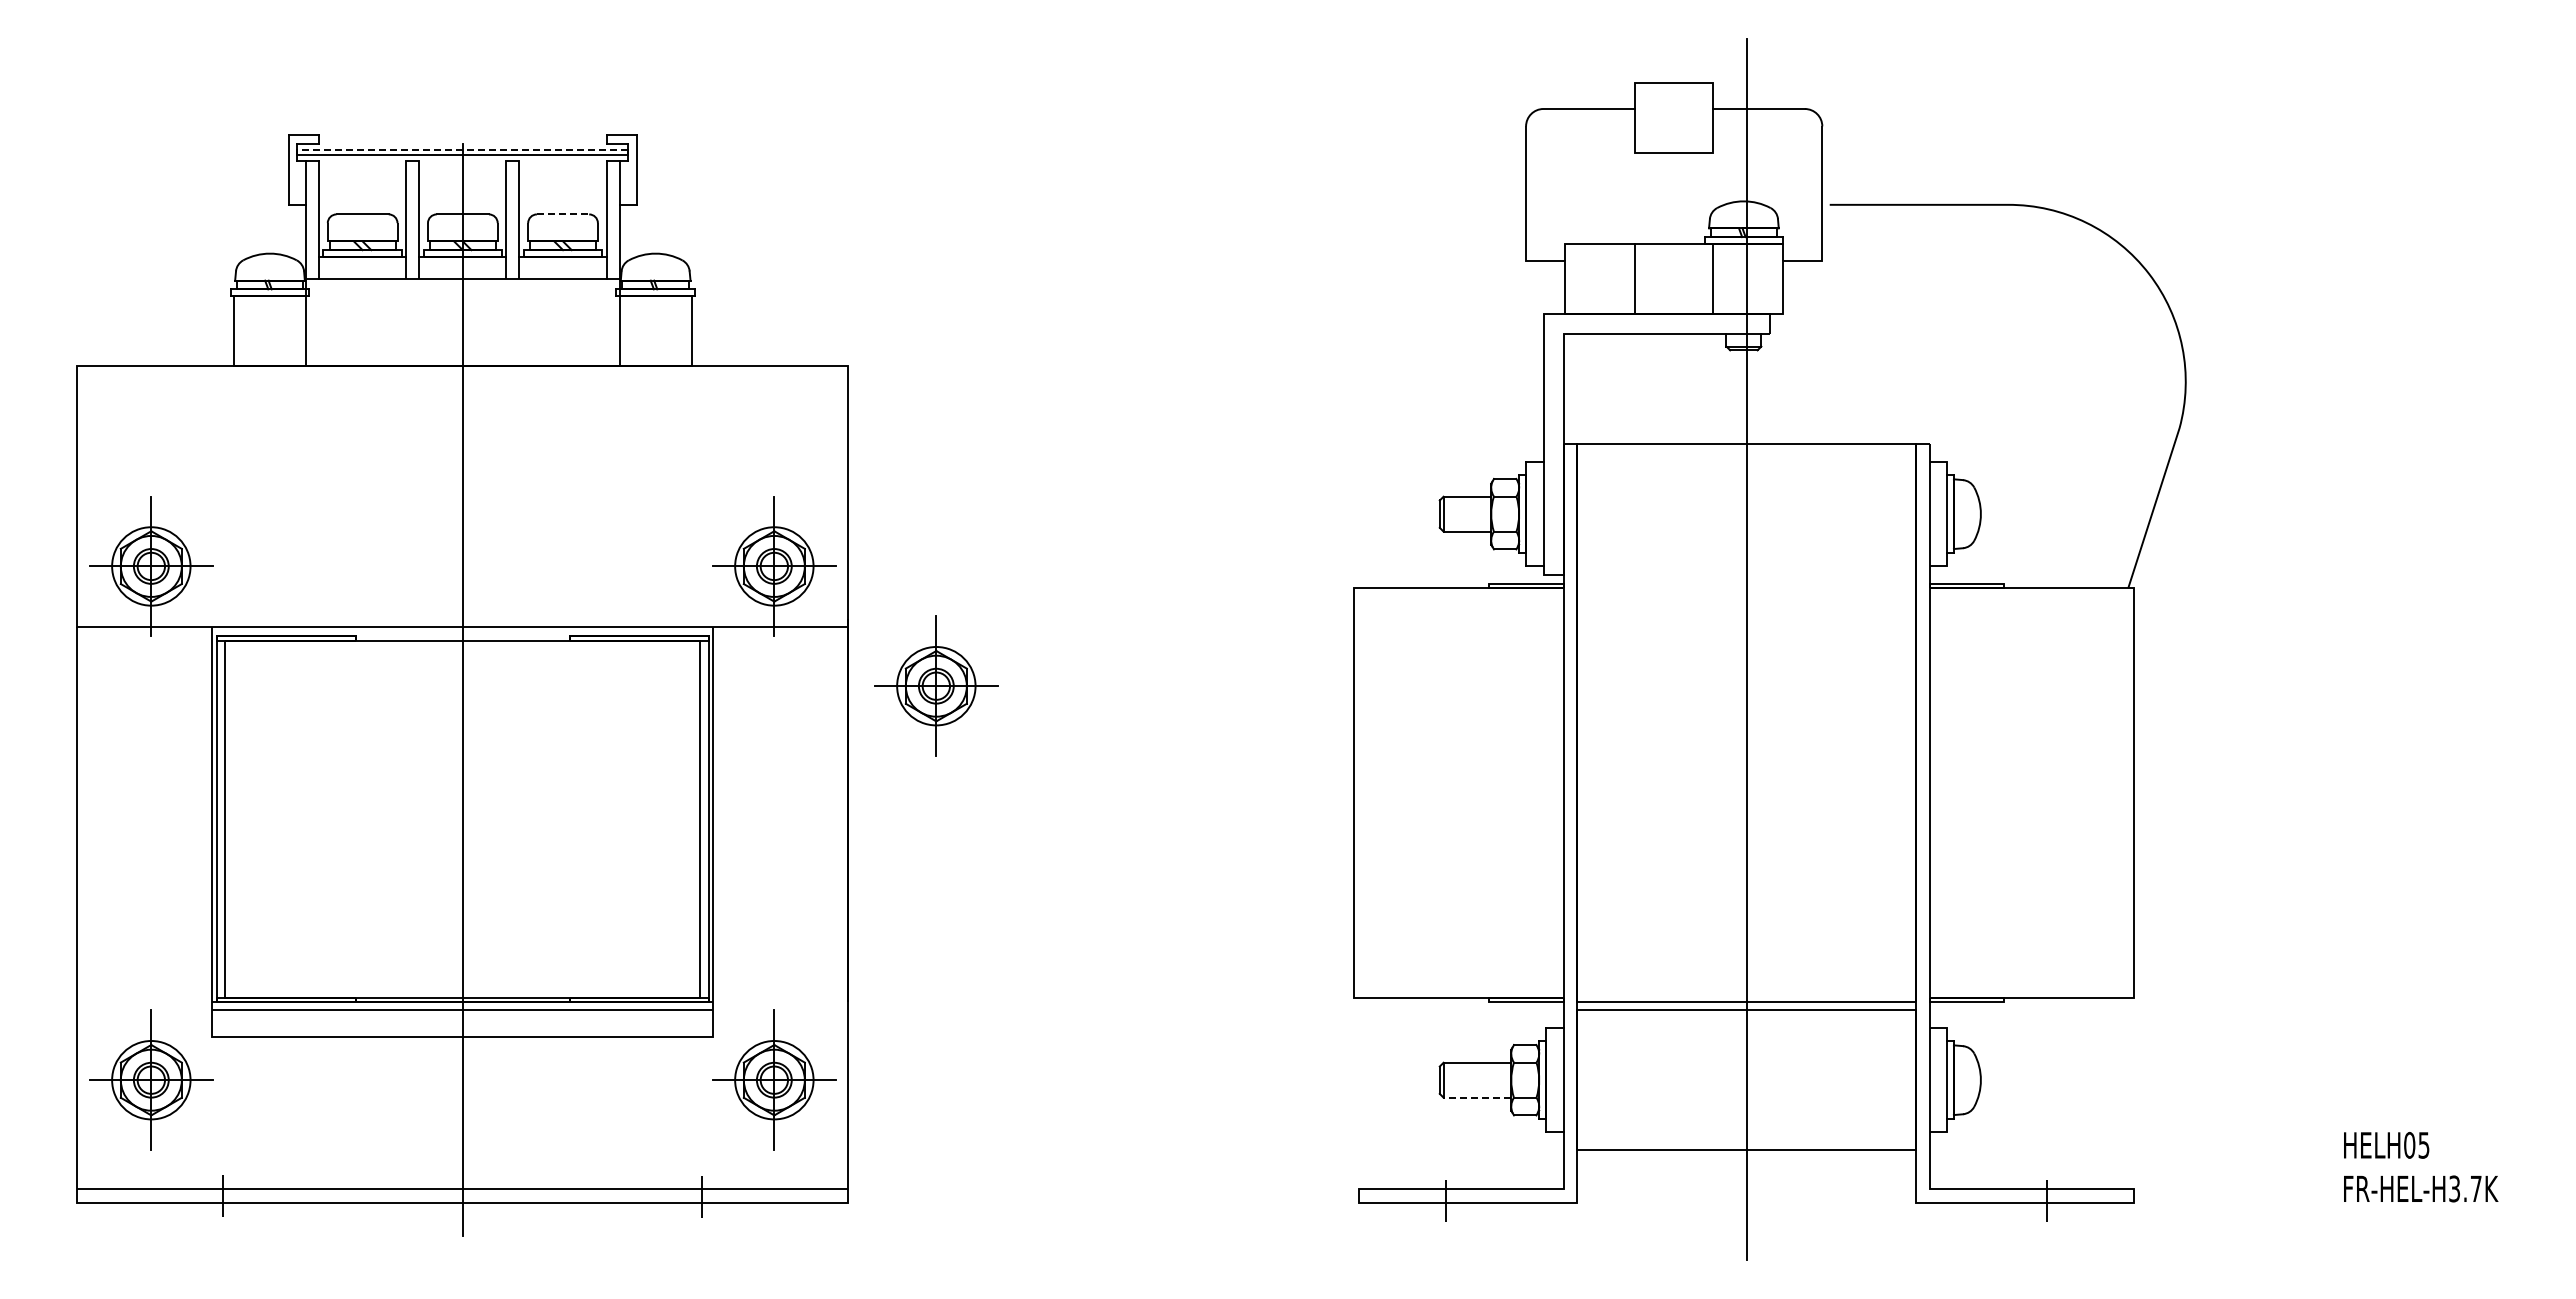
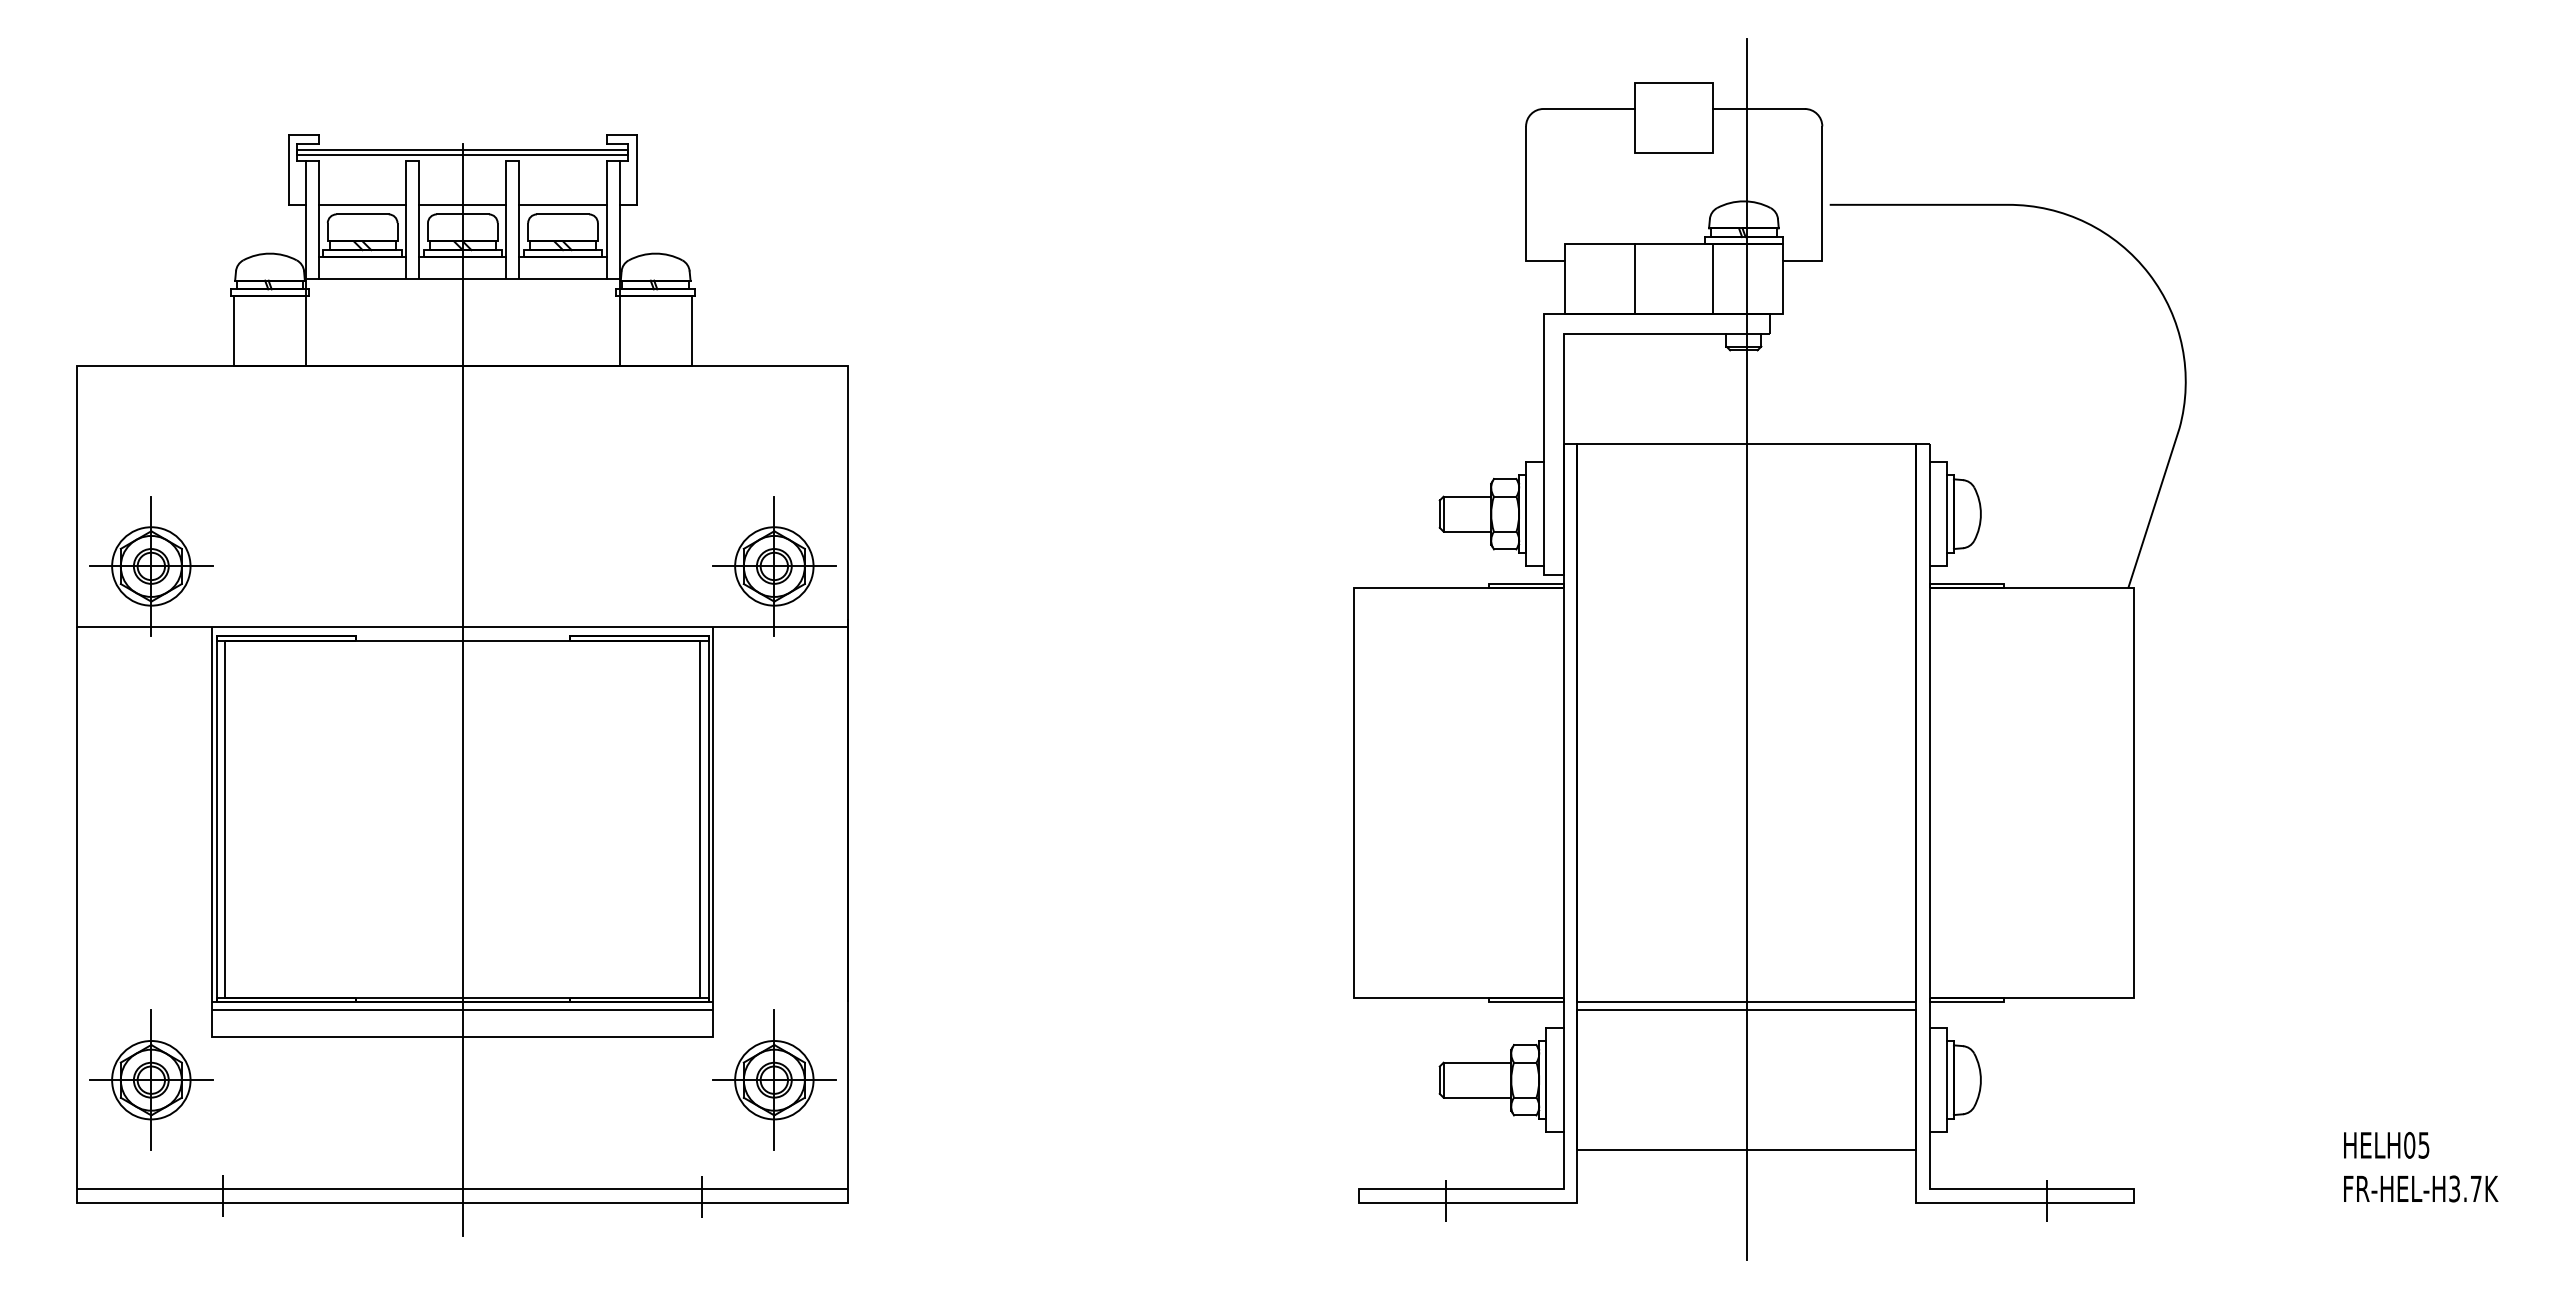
line at (462, 150): dashed -> solid
line at (362, 204): none -> present
line at (462, 204): none -> present
line at (562, 204): none -> present
line at (563, 214): dashed -> solid
part at (936, 685): present -> none
line at (1477, 1097): dashed -> solid
